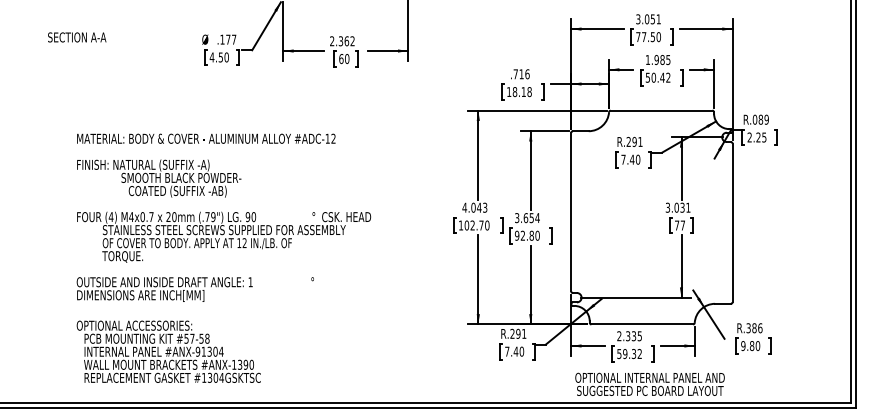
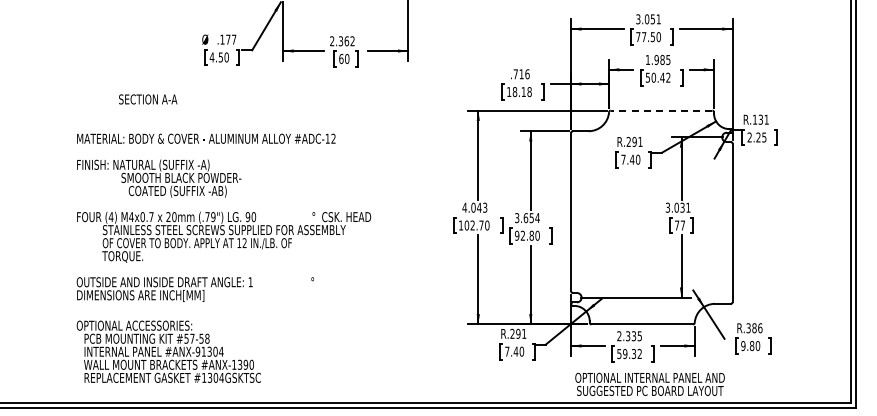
text at (77, 37) position: (77, 37) -> (148, 99)
line at (661, 110): solid -> dashed
text at (760, 119): R.089 -> R.131
